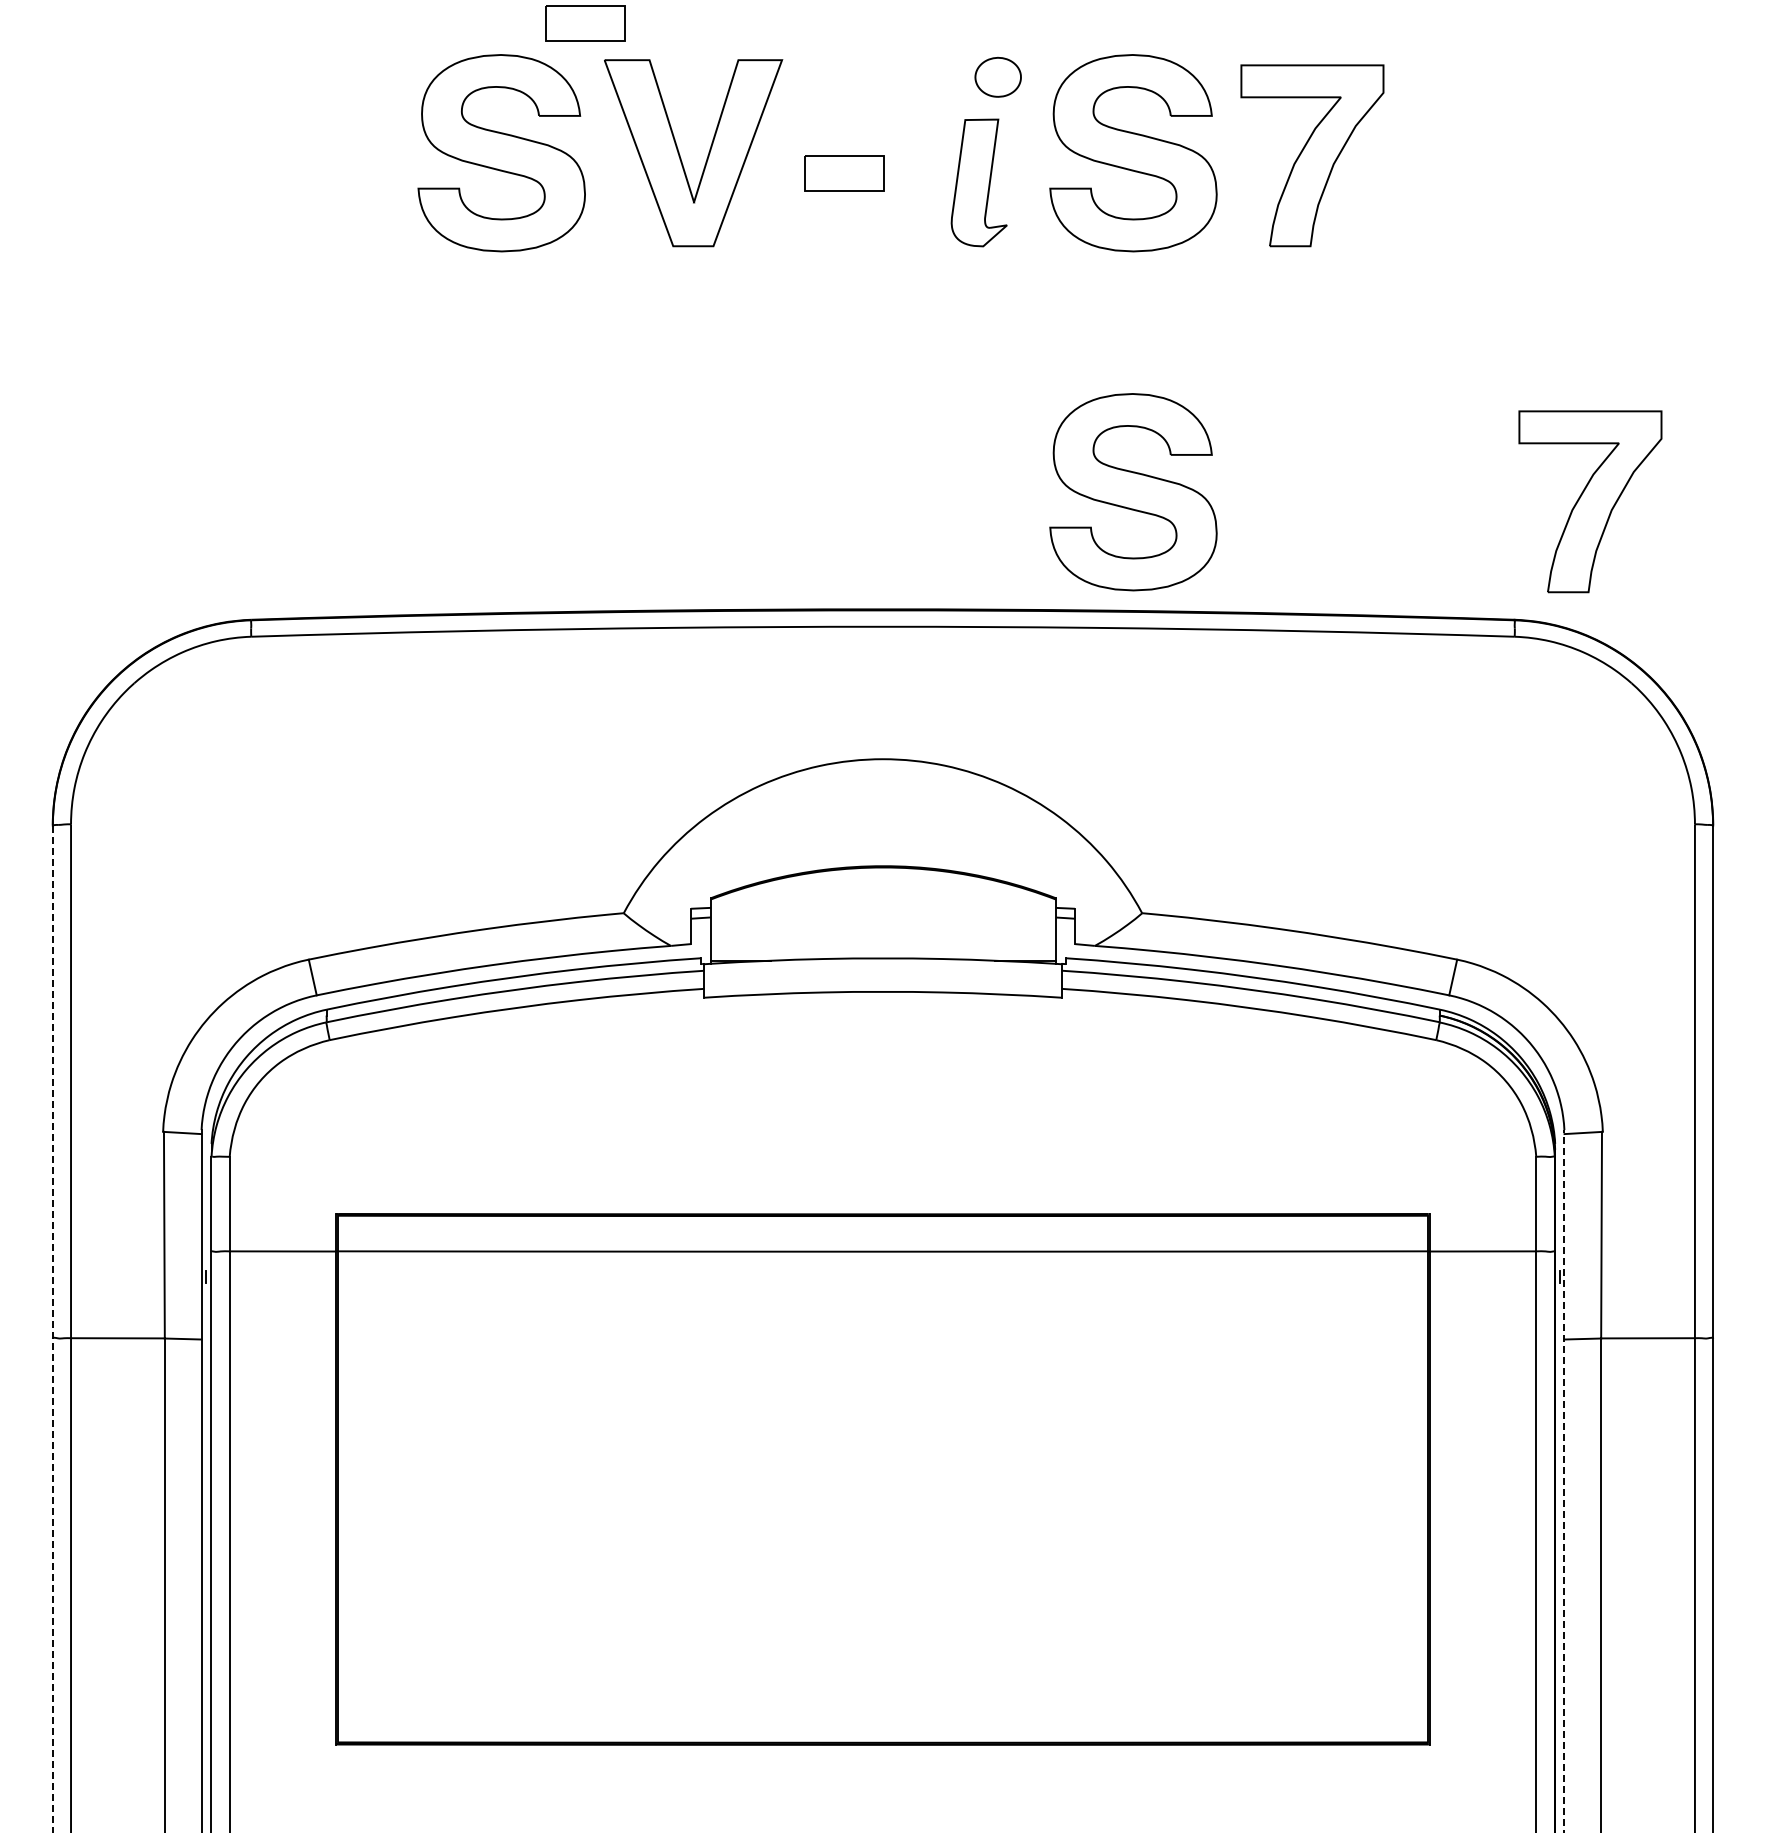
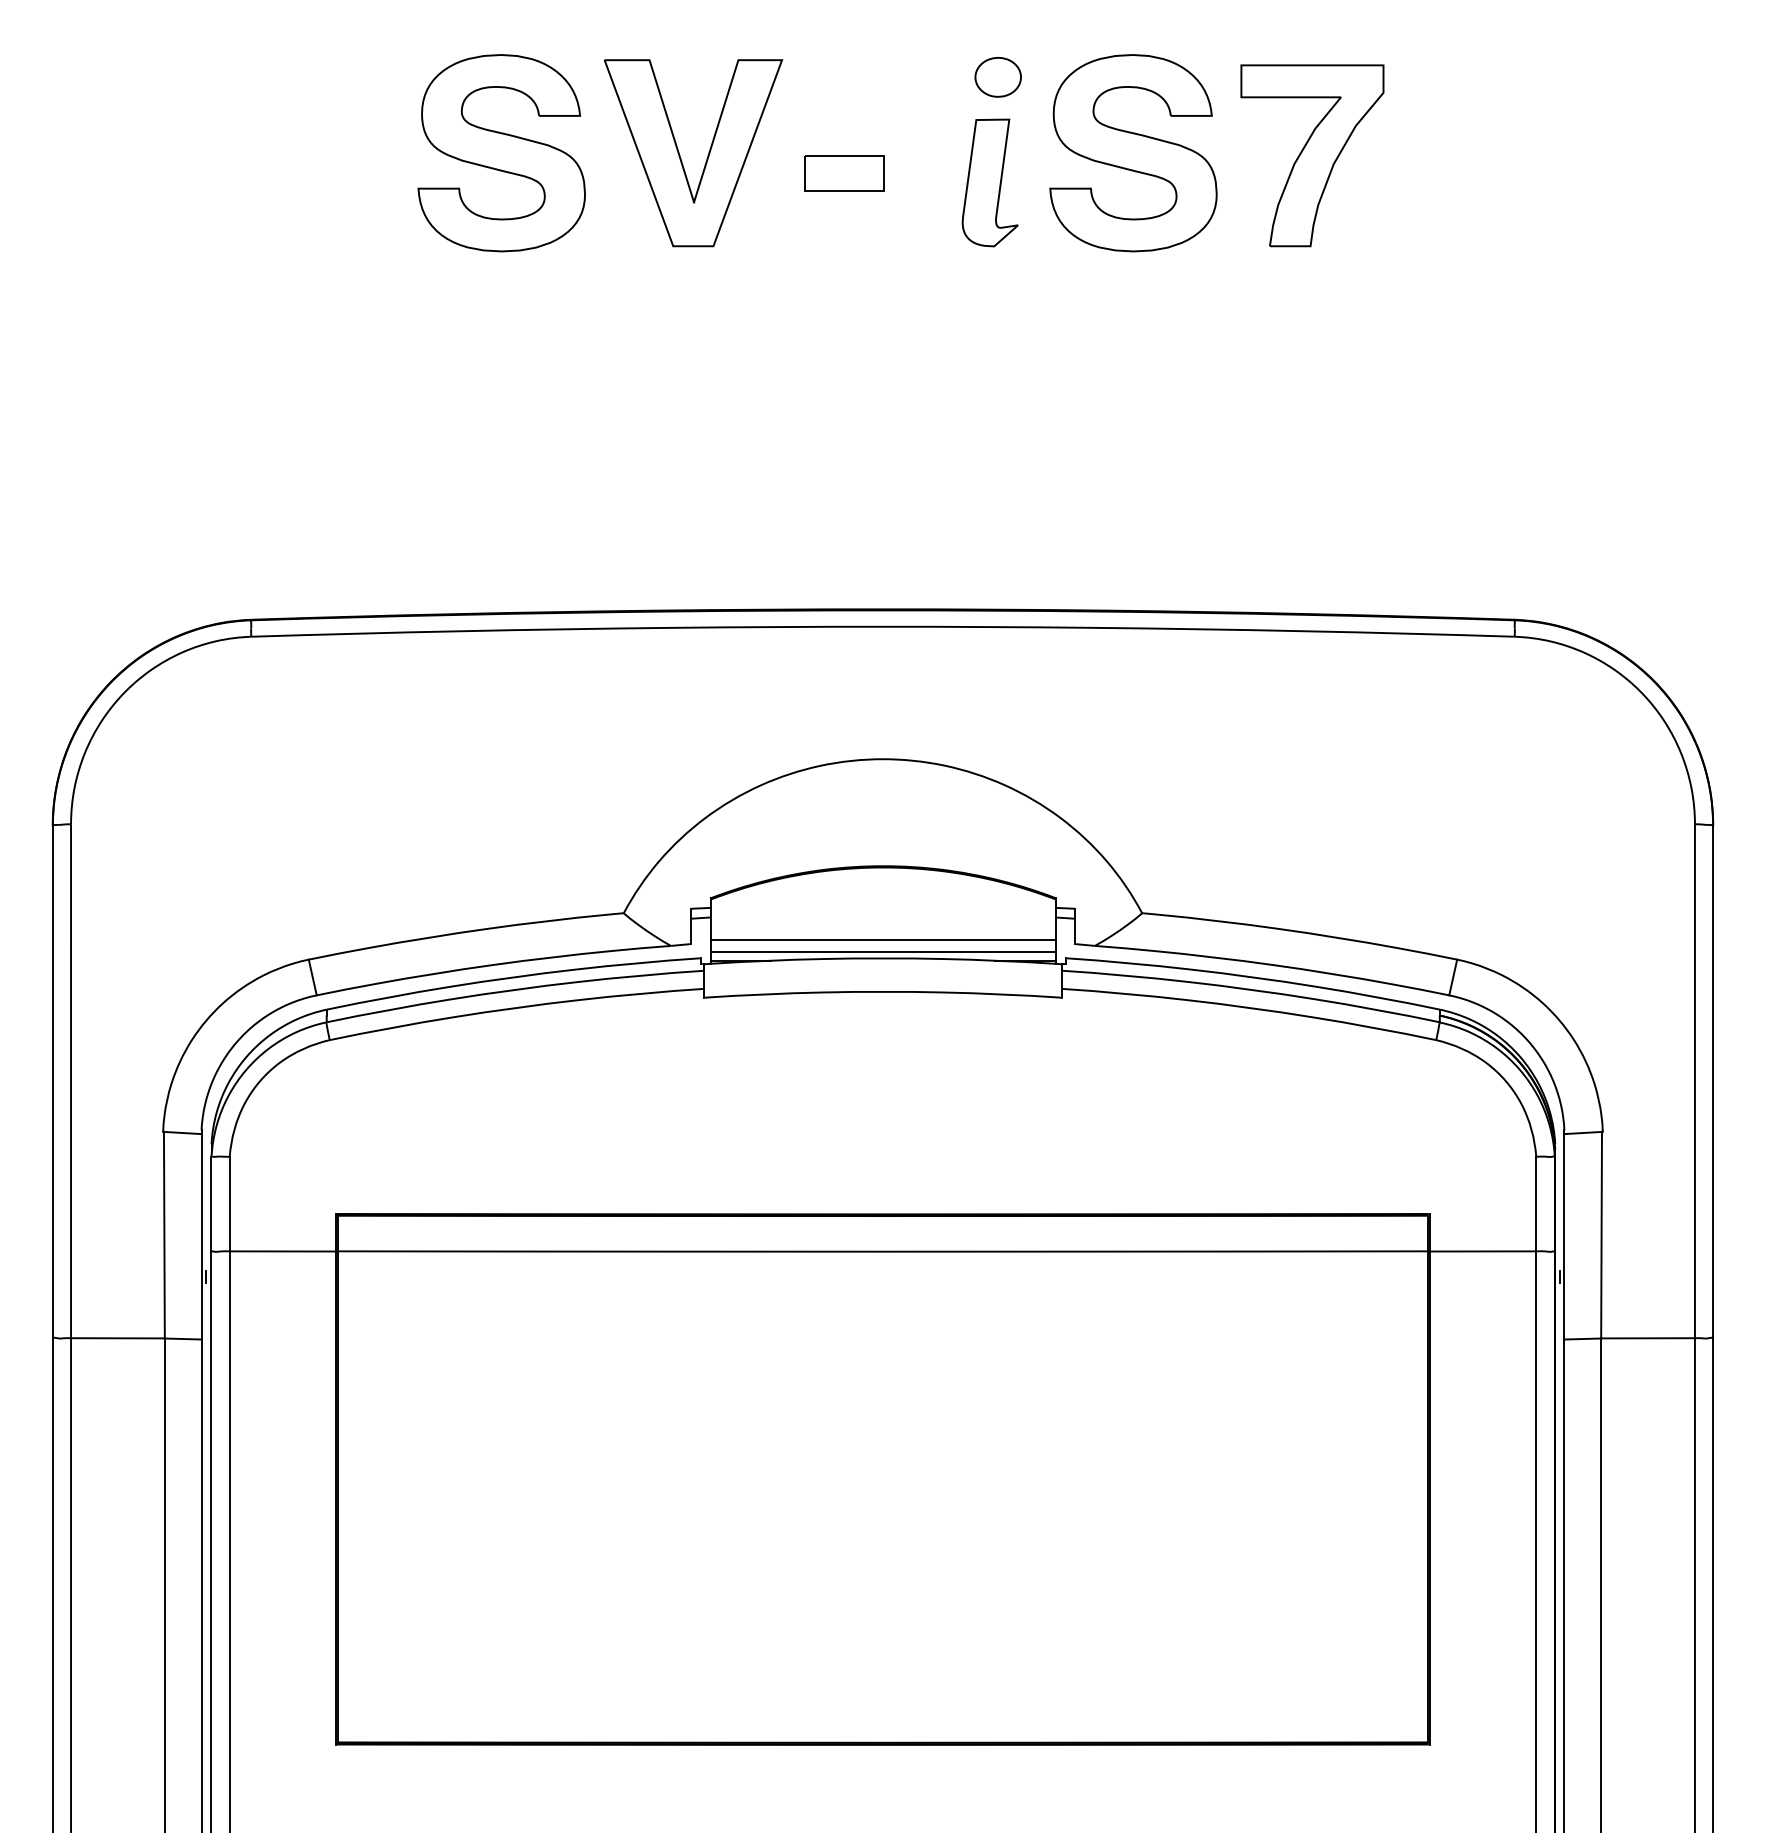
part at (585, 23): present -> none
part at (978, 182) position: (978, 182) -> (989, 182)
part at (1133, 492): present -> none
part at (1590, 501): present -> none
line at (883, 940): none -> present
line at (883, 952): none -> present
line at (52, 1329): dashed -> solid
line at (1564, 1480): dashed -> solid
